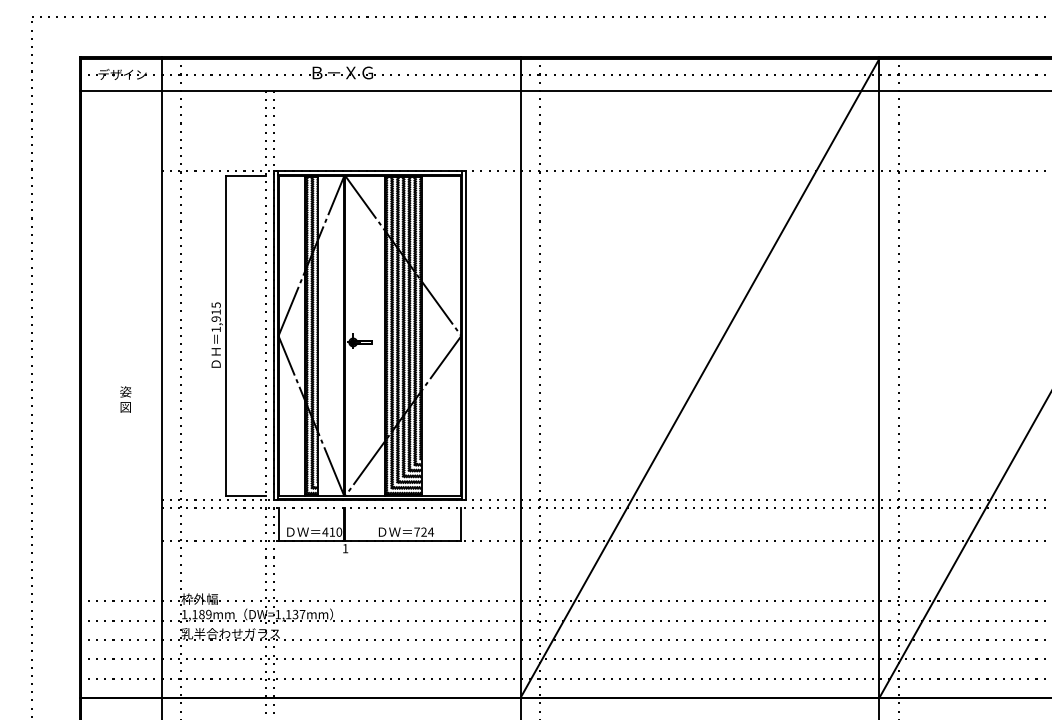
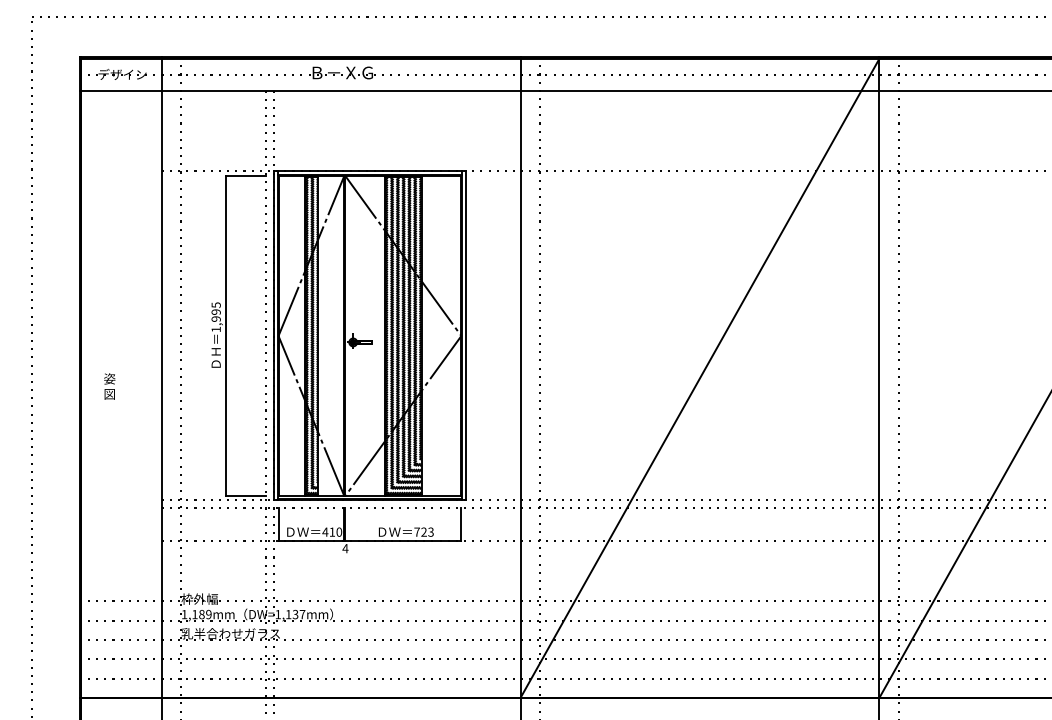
text at (215, 311): 1,915 -> 1,995
text at (125, 399) position: (125, 399) -> (109, 386)
text at (431, 531): 724 -> 723
text at (345, 548): 1 -> 4
